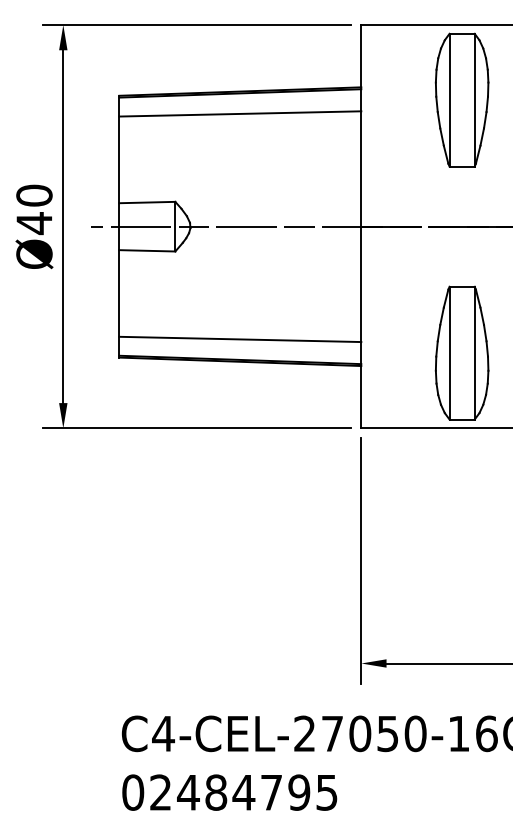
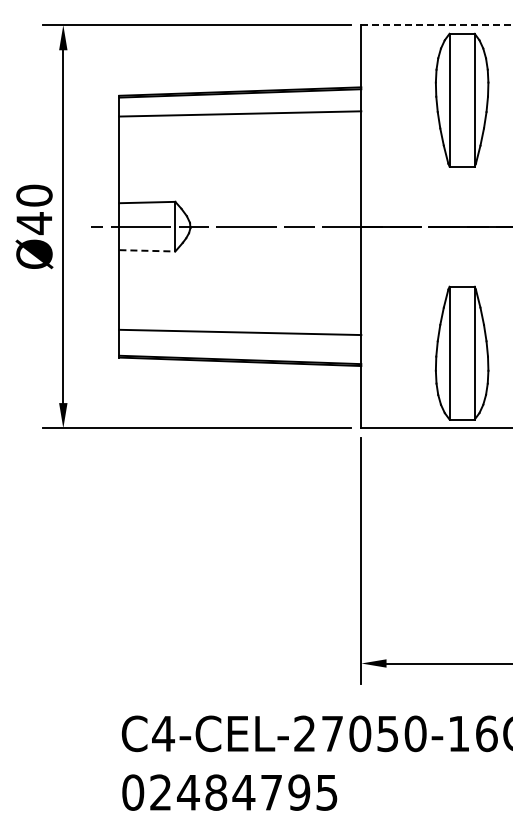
line at (437, 25): solid -> dashed
line at (147, 250): solid -> dashed
line at (240, 339) position: (240, 339) -> (240, 332)
